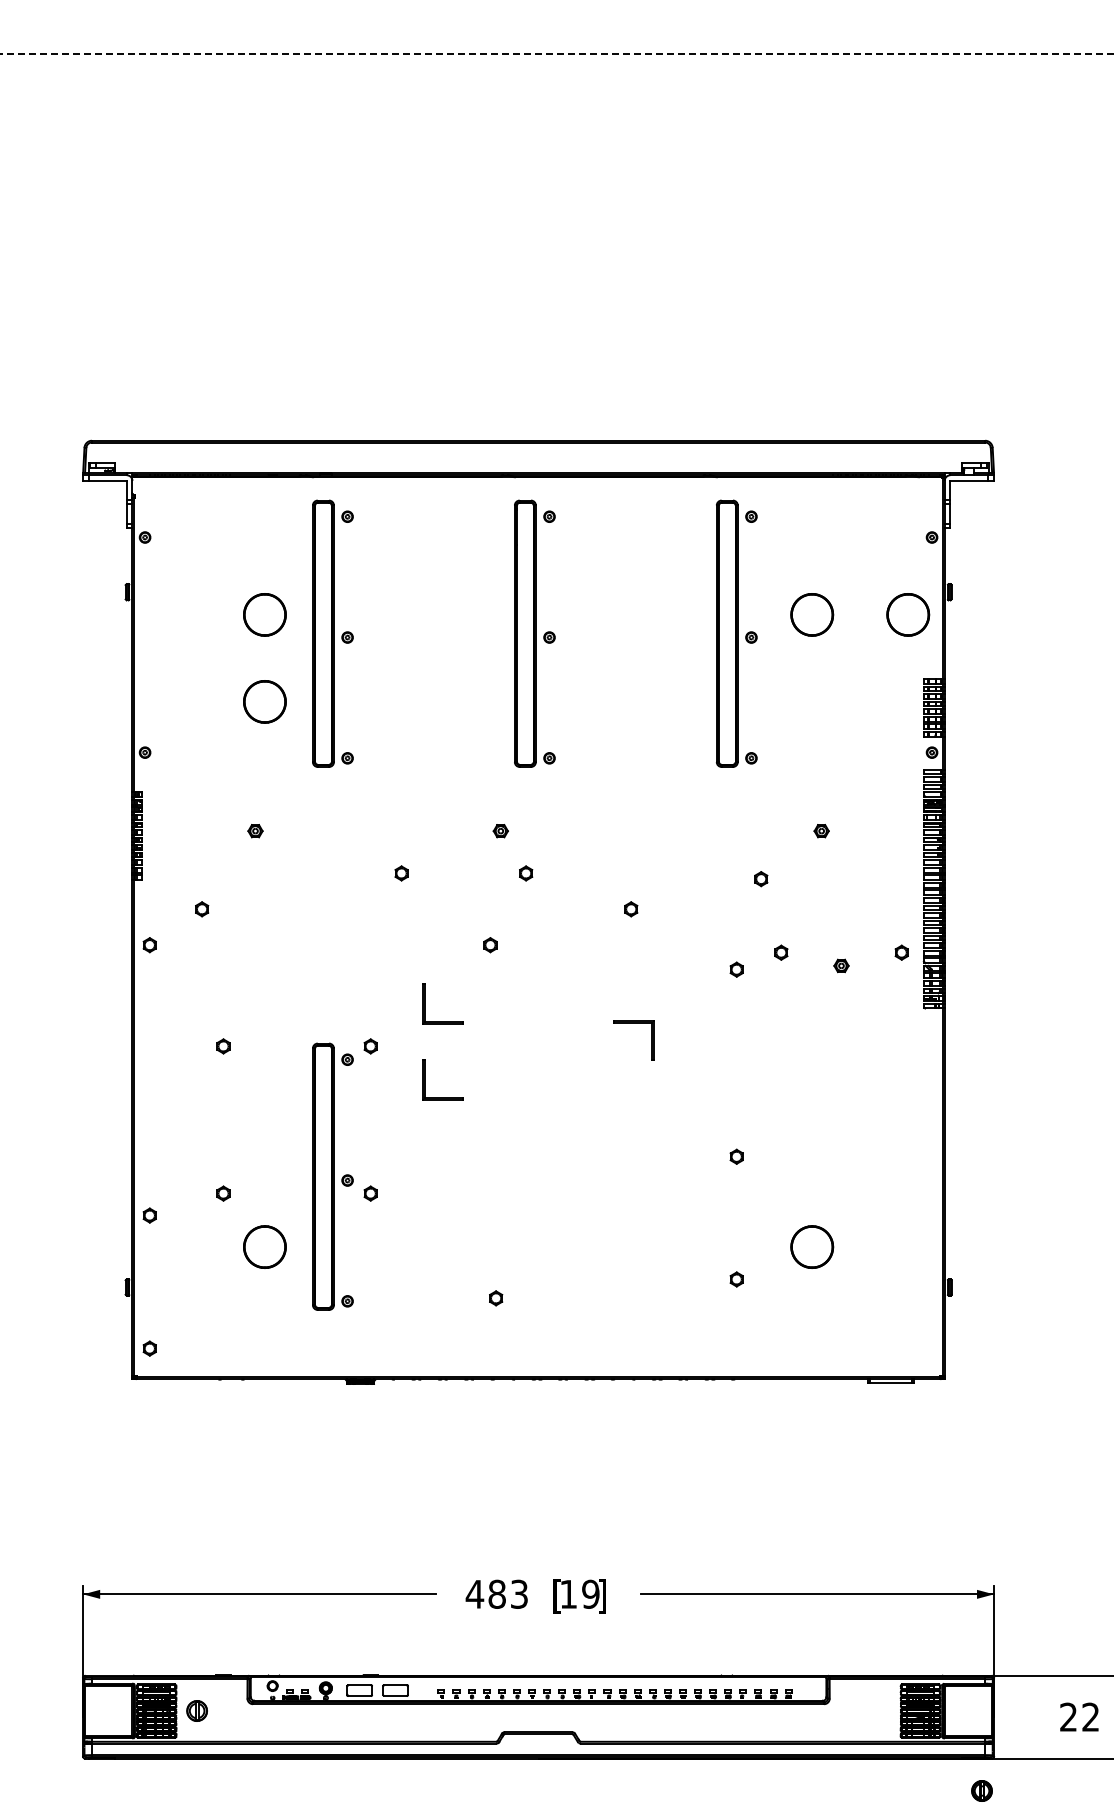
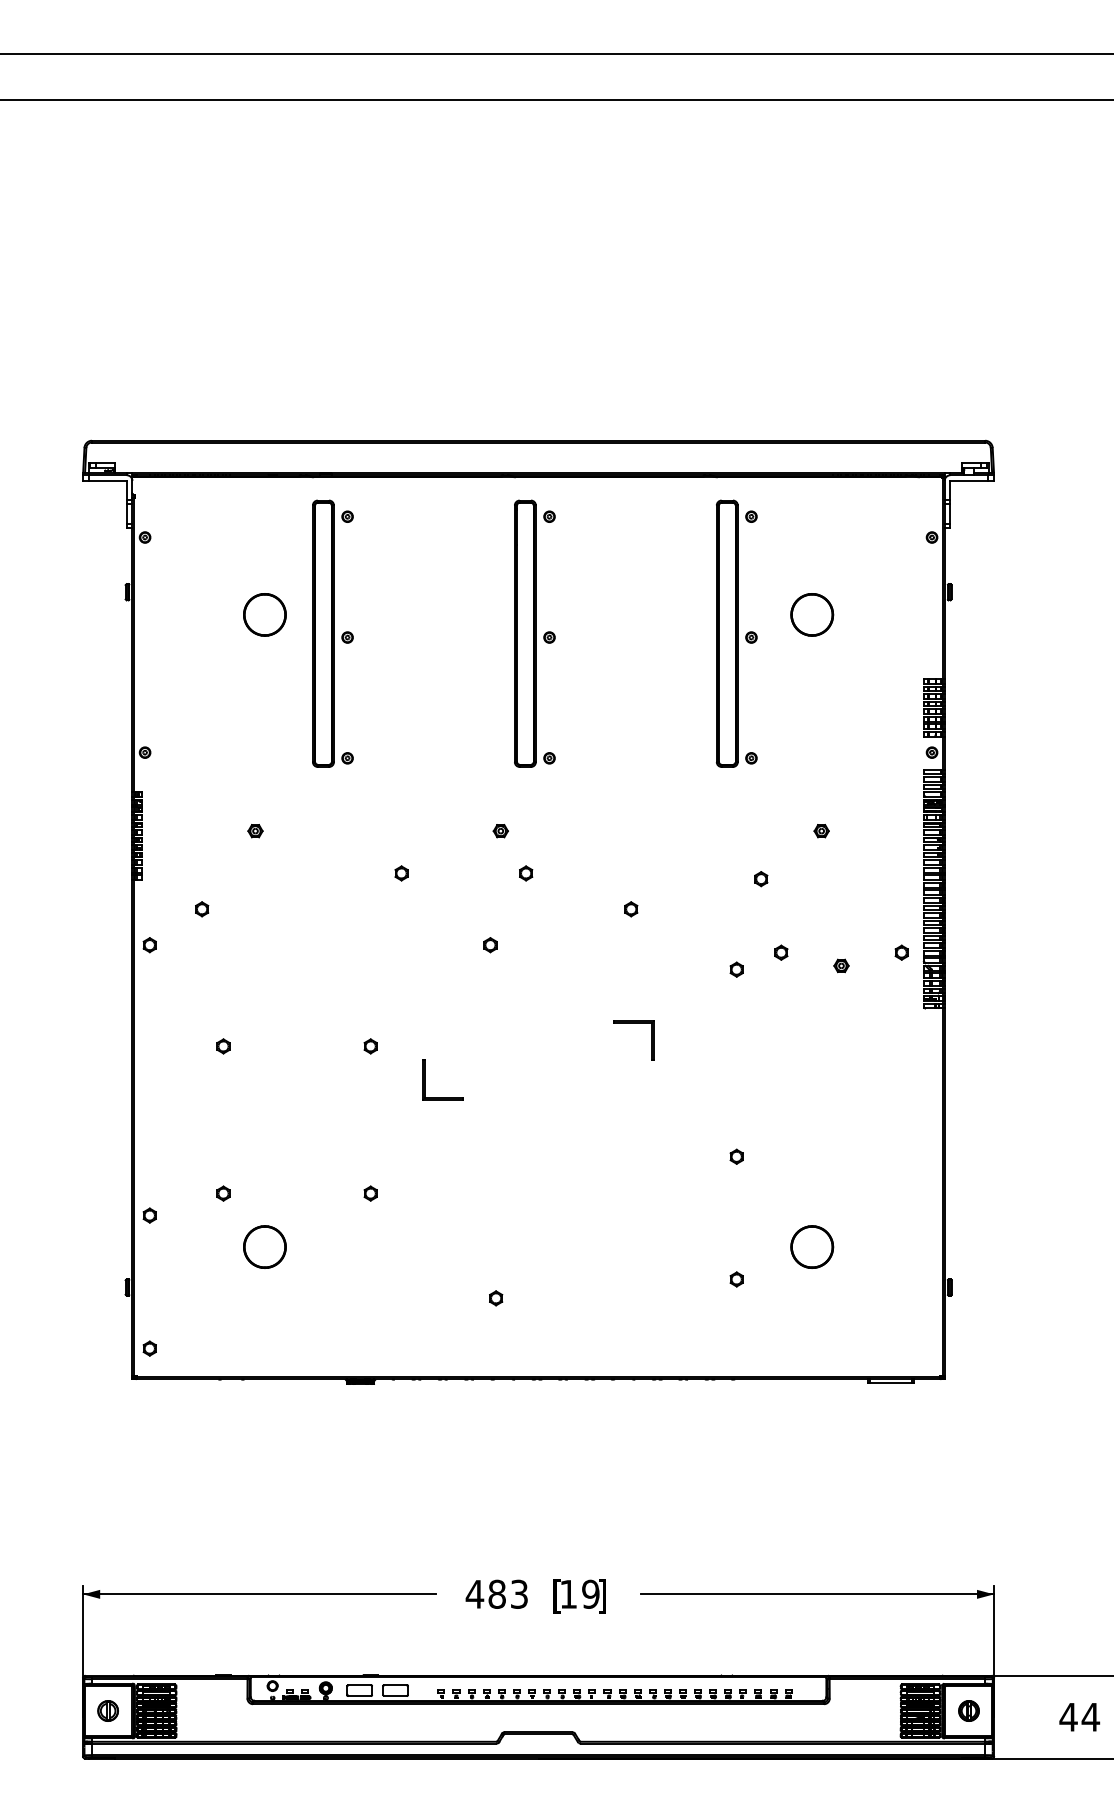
line at (557, 54): dashed -> solid
line at (556, 99): none -> present
part at (908, 614): present -> none
part at (264, 701): present -> none
part at (425, 1003): present -> none
part at (332, 1176): present -> none
part at (196, 1710) position: (196, 1710) -> (107, 1710)
text at (1079, 1716): 22 -> 44
part at (981, 1790) position: (981, 1790) -> (968, 1710)
